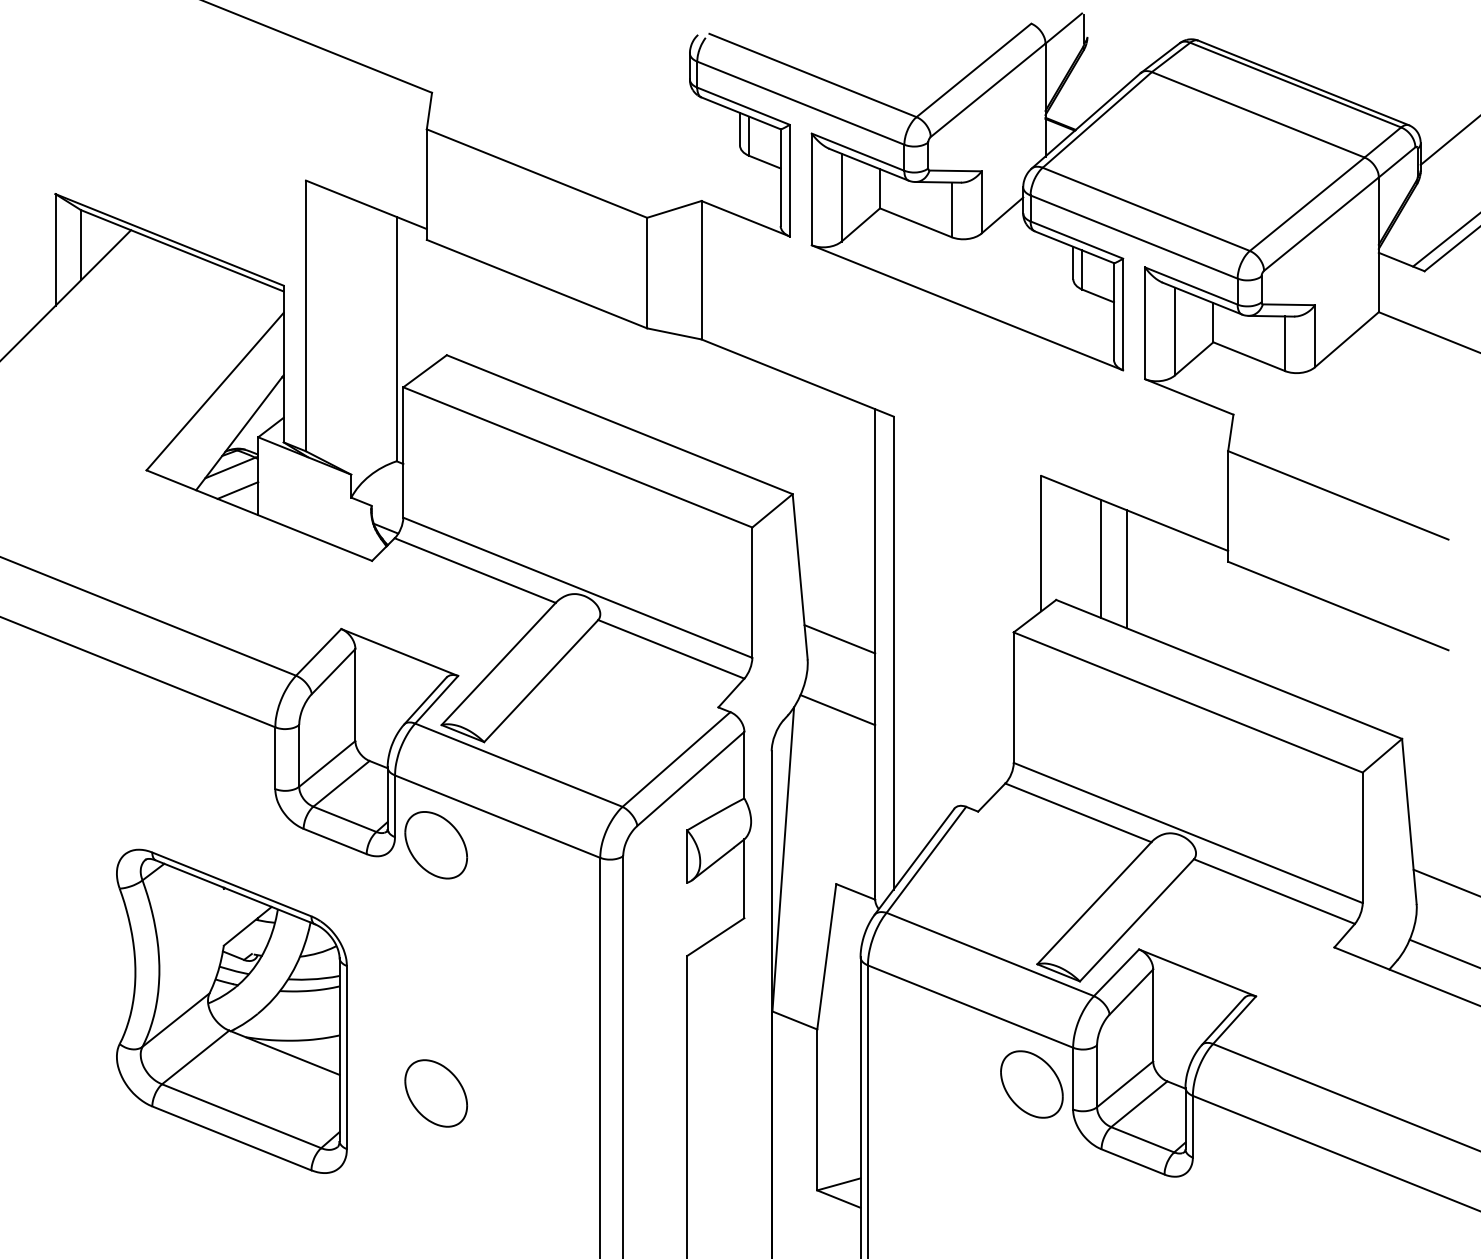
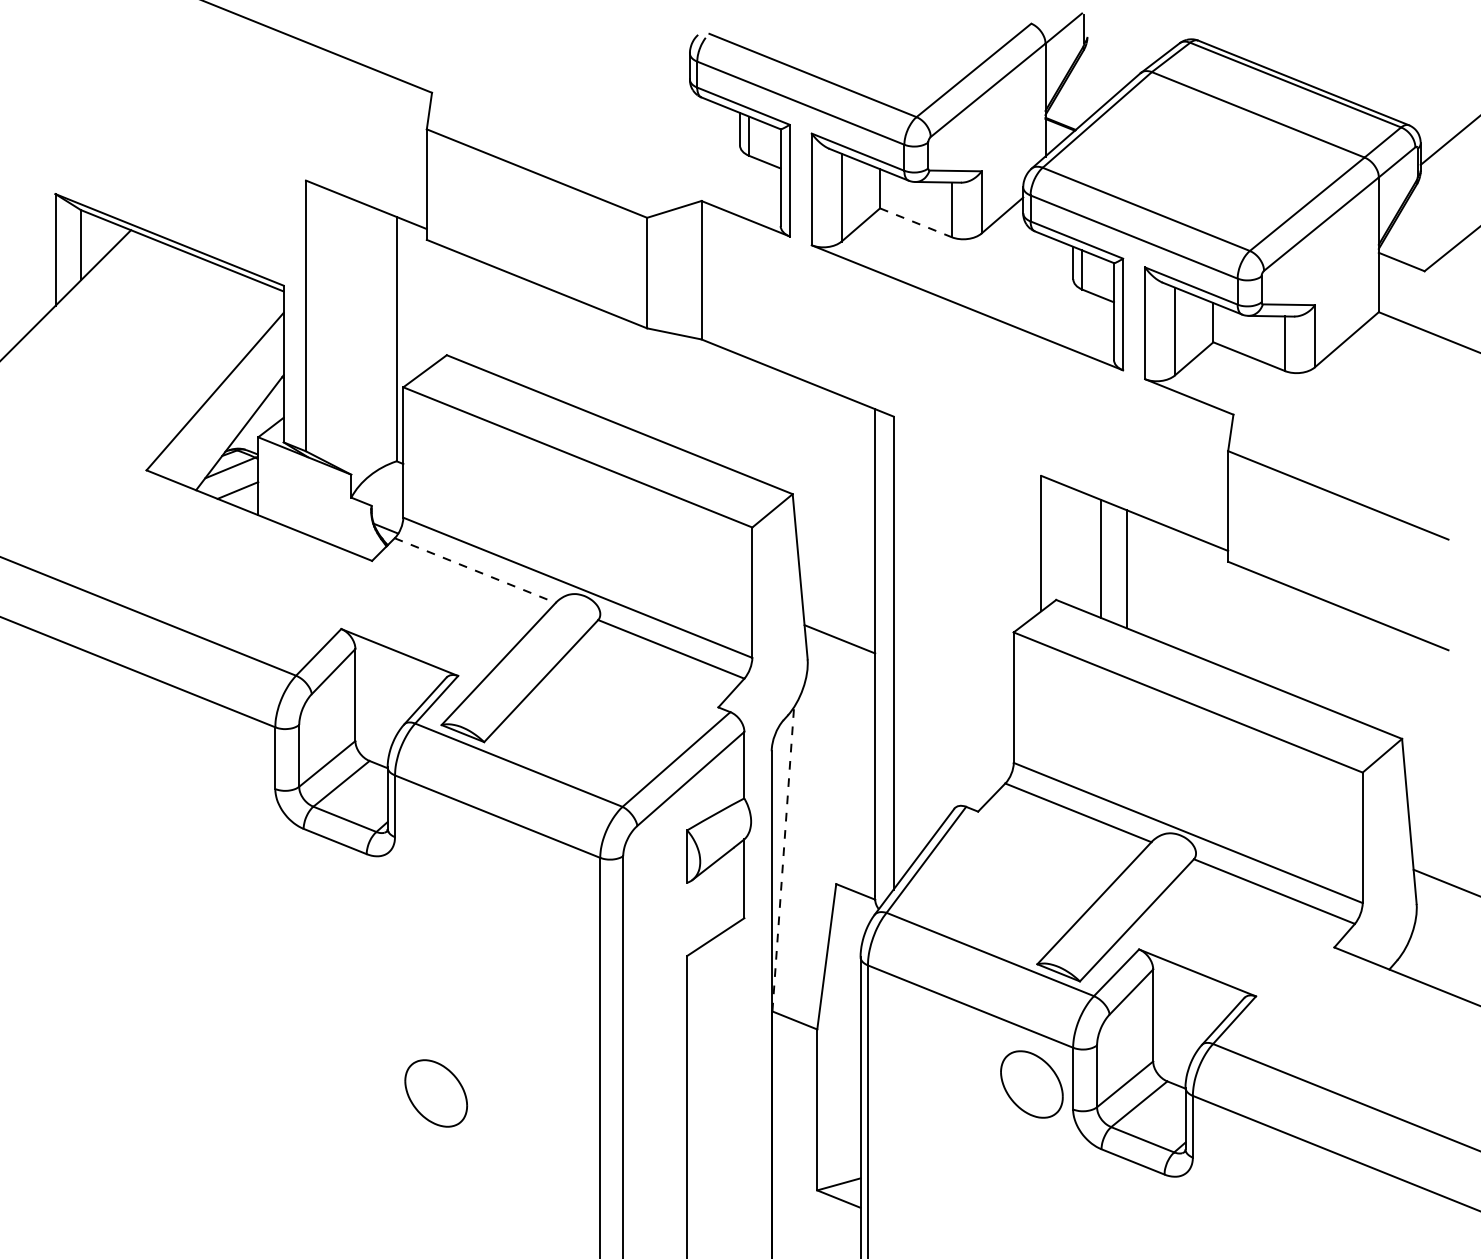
line at (915, 222): solid -> dashed
line at (1445, 240): present -> none
line at (475, 570): solid -> dashed
line at (837, 710): present -> none
part at (435, 845): present -> none
line at (783, 858): solid -> dashed
line at (1443, 953): present -> none
part at (231, 1010): present -> none
